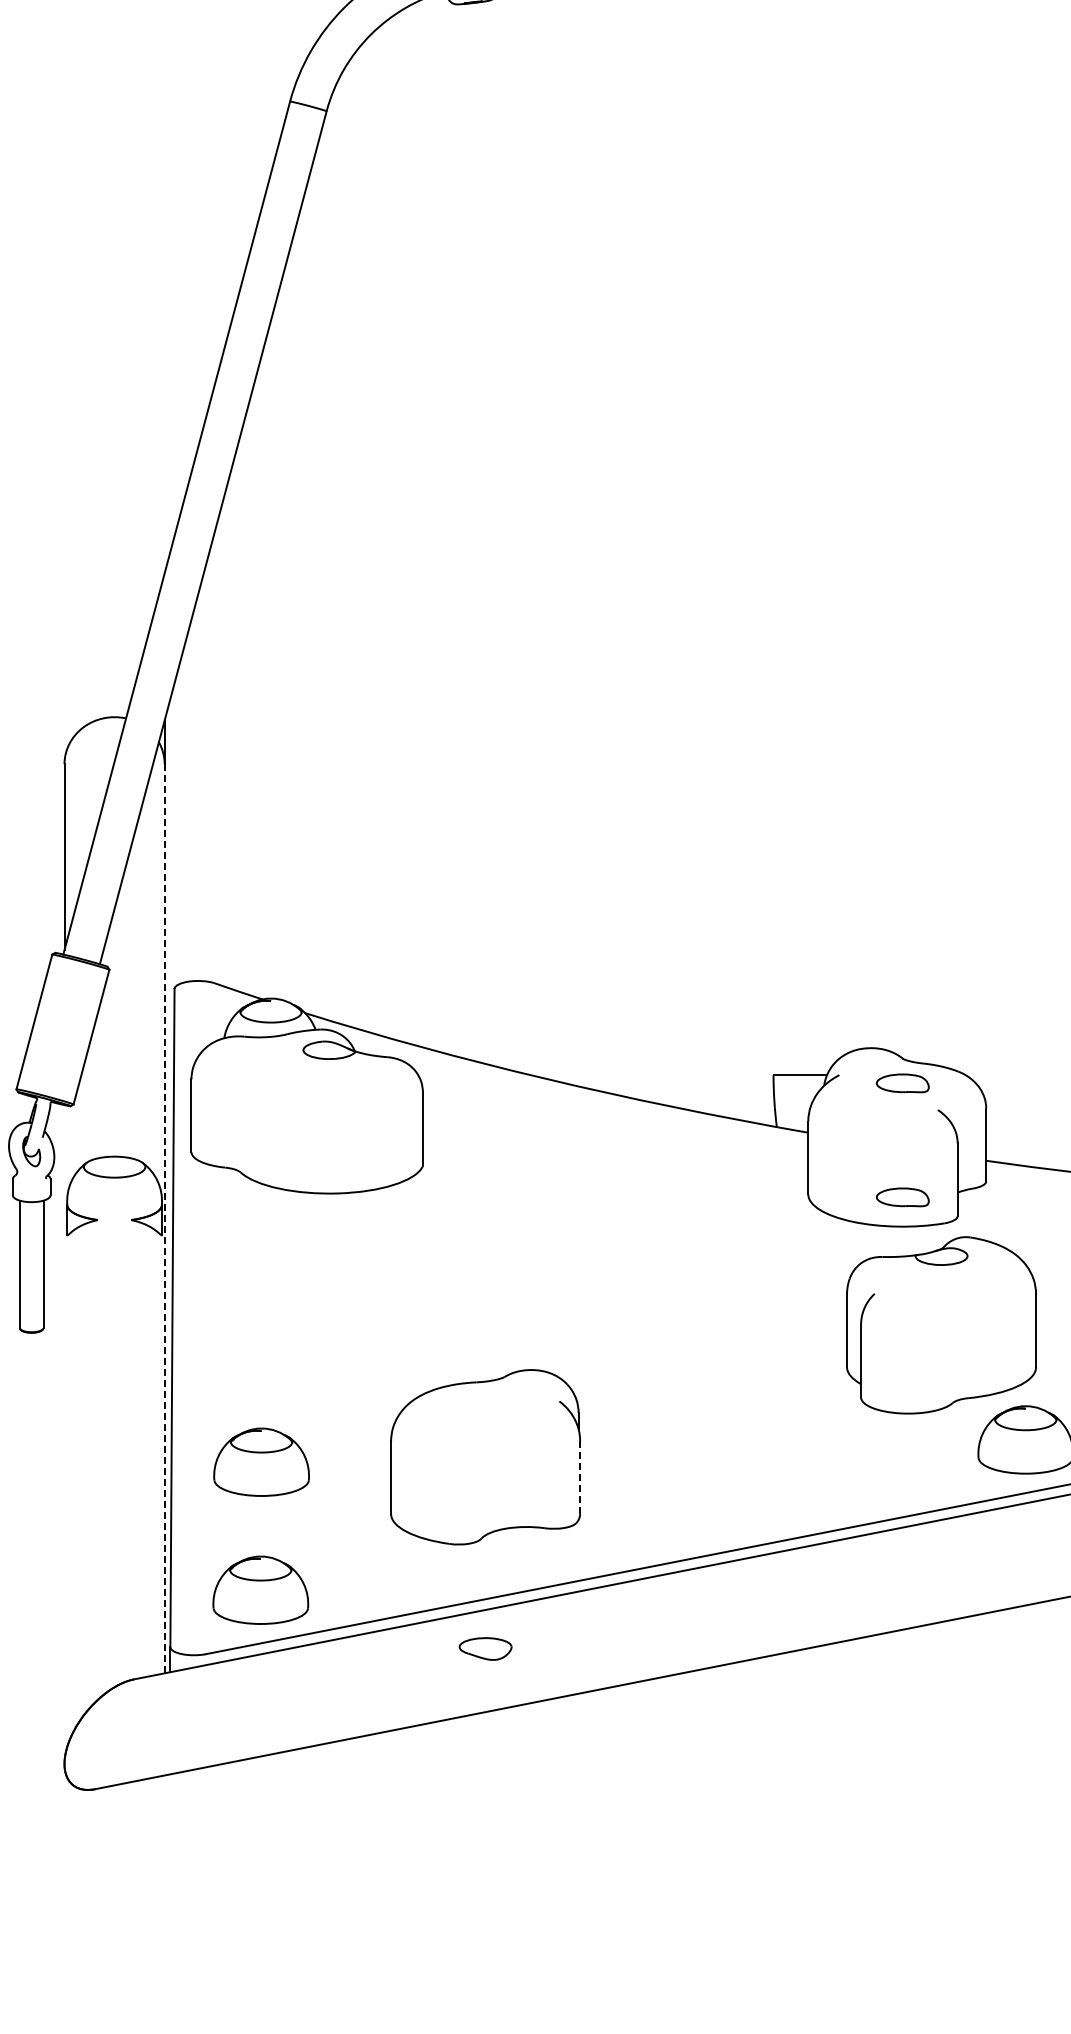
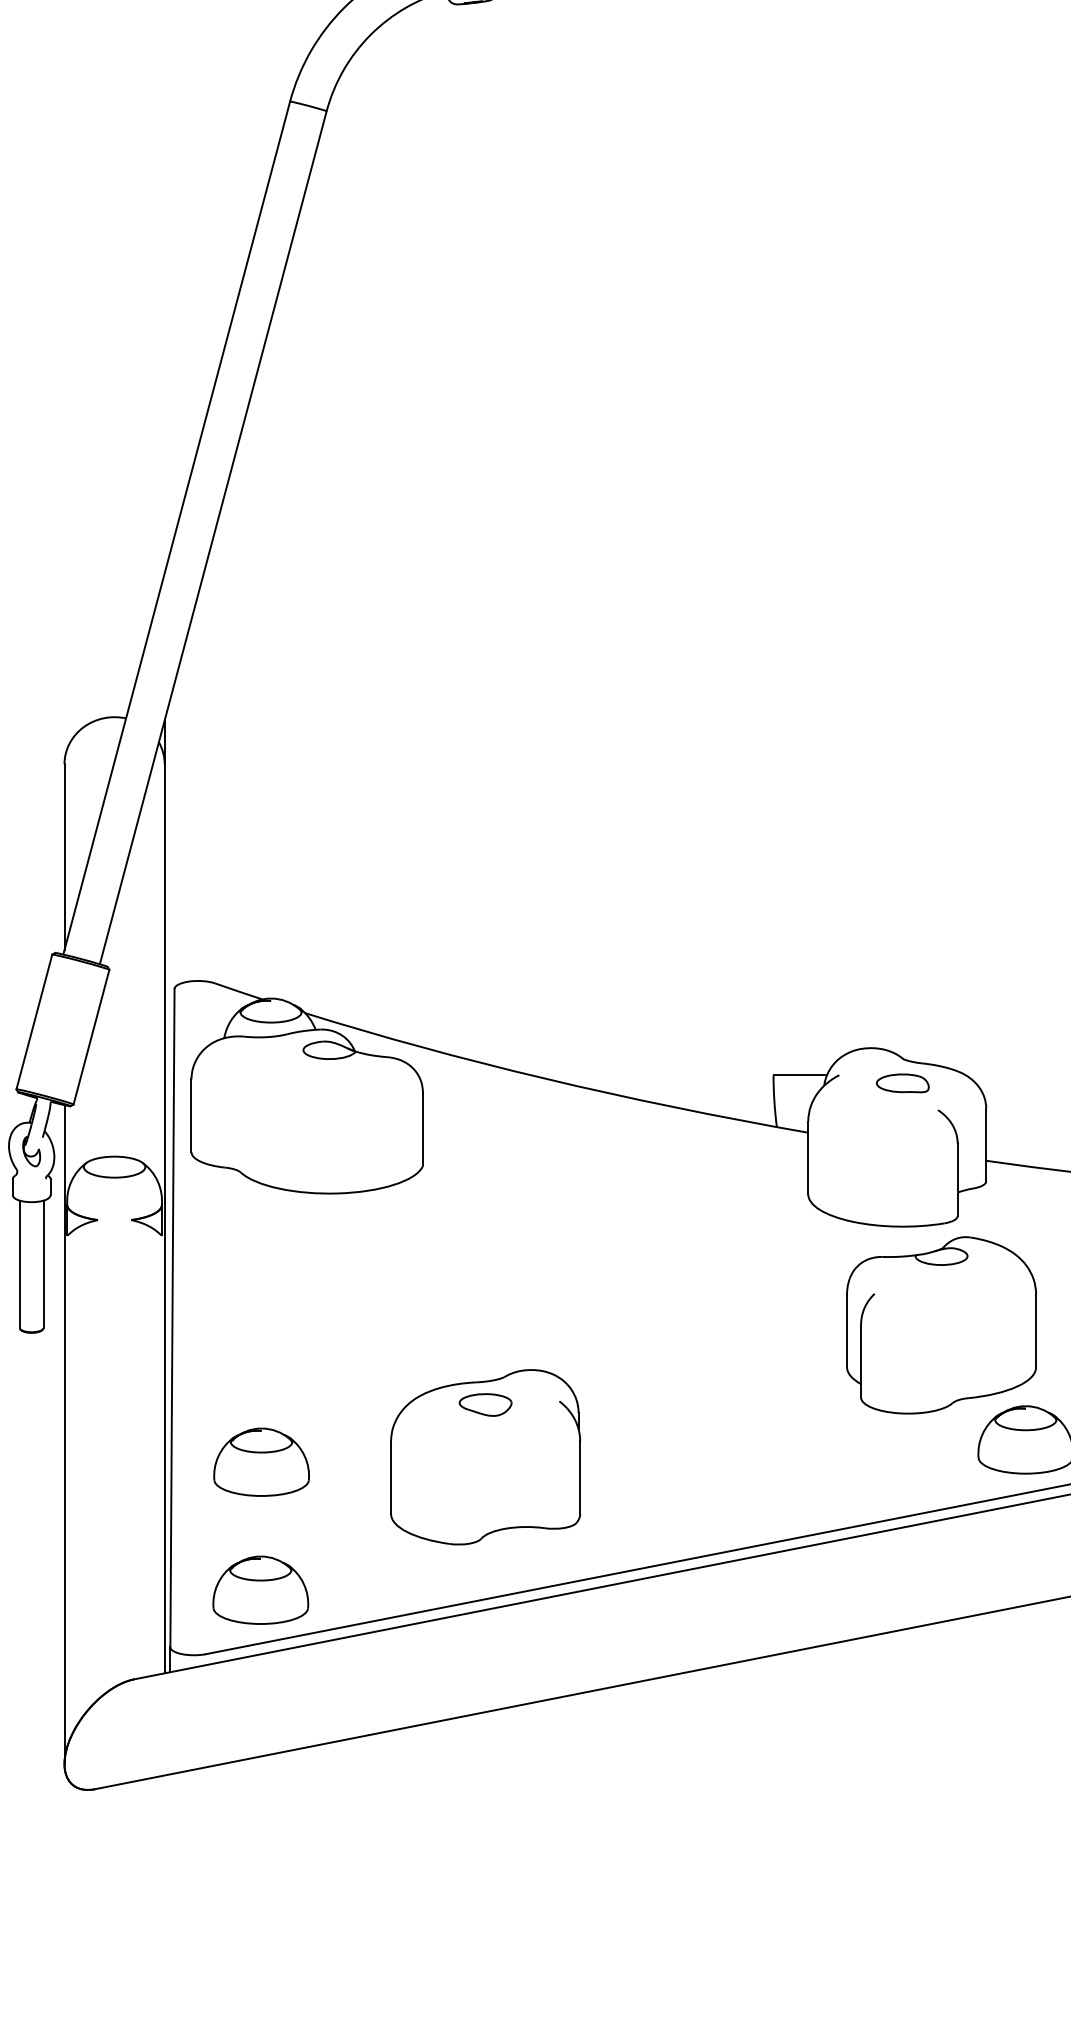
part at (902, 1197): present -> none
line at (164, 1218): dashed -> solid
line at (64, 1434): none -> present
line at (580, 1477): dashed -> solid
part at (485, 1648) position: (485, 1648) -> (485, 1404)
